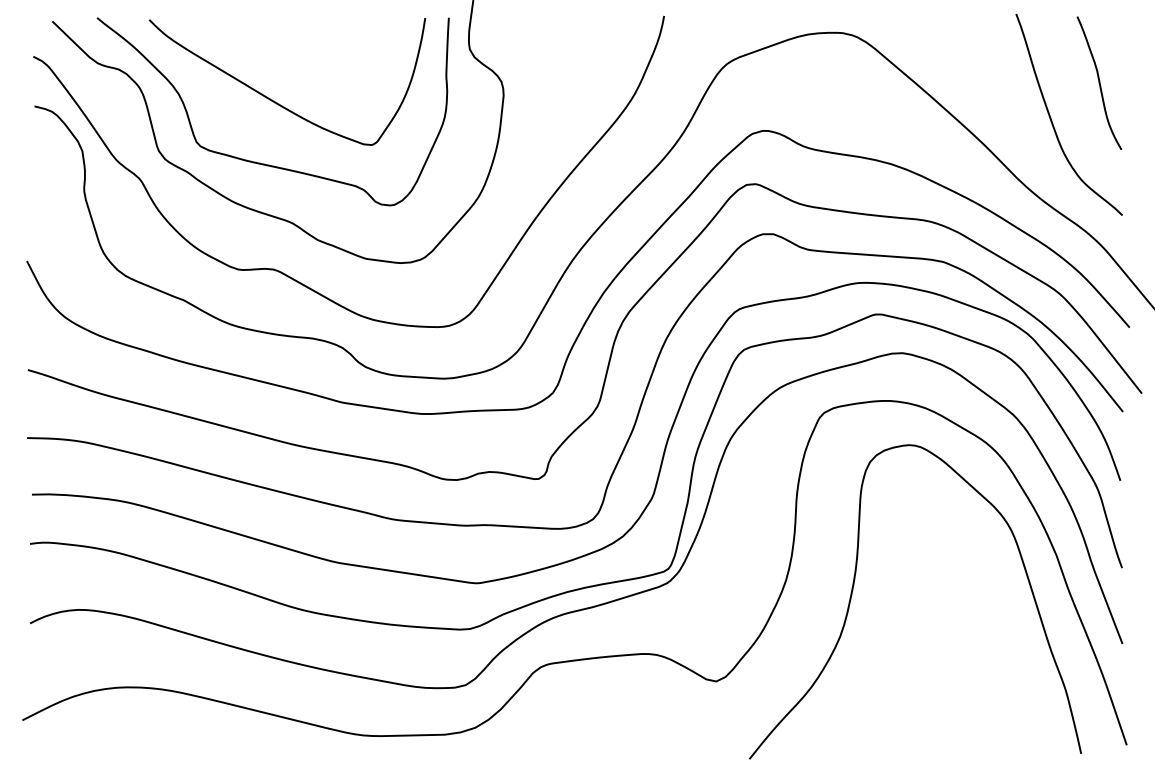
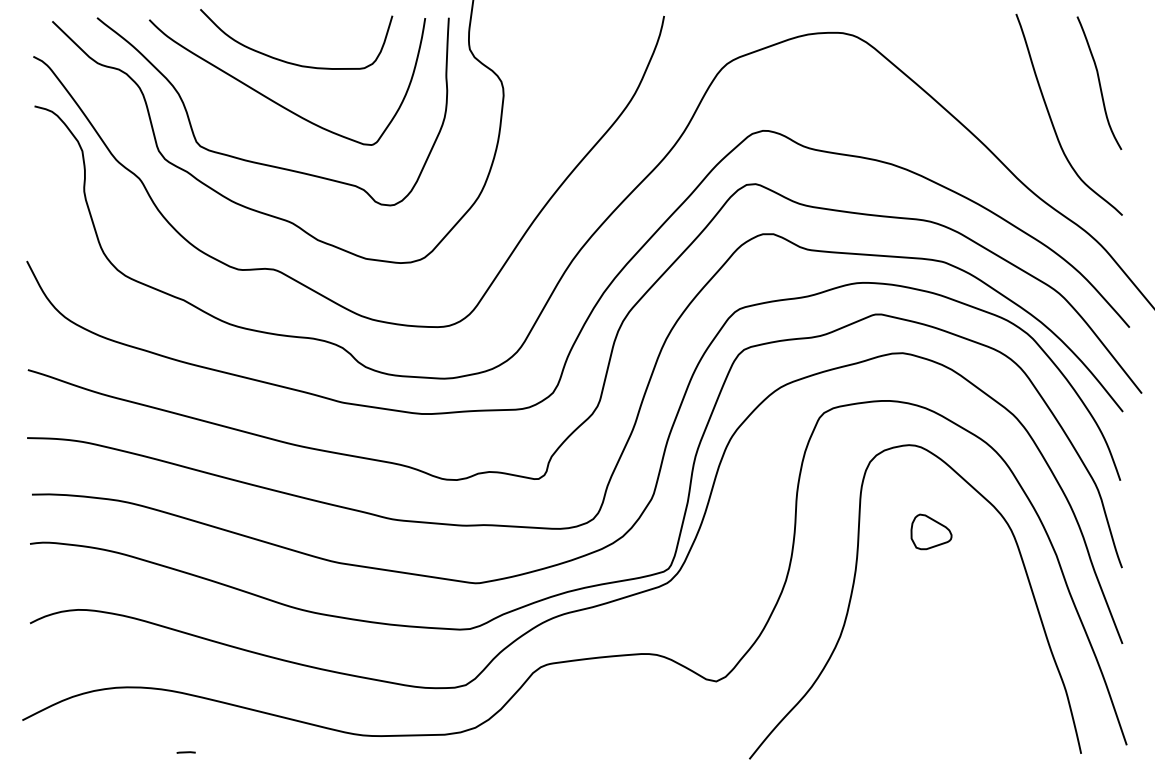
curve at (292, 62): none -> present
part at (931, 531): none -> present
line at (185, 752): none -> present
